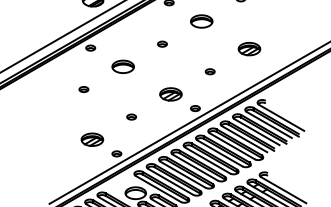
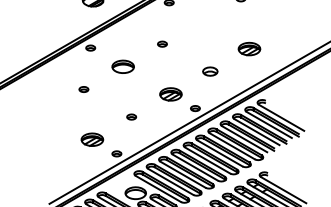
part at (201, 21): present -> none
line at (62, 36): present -> none
part at (209, 71) size: 12x8 px -> 17x11 px
